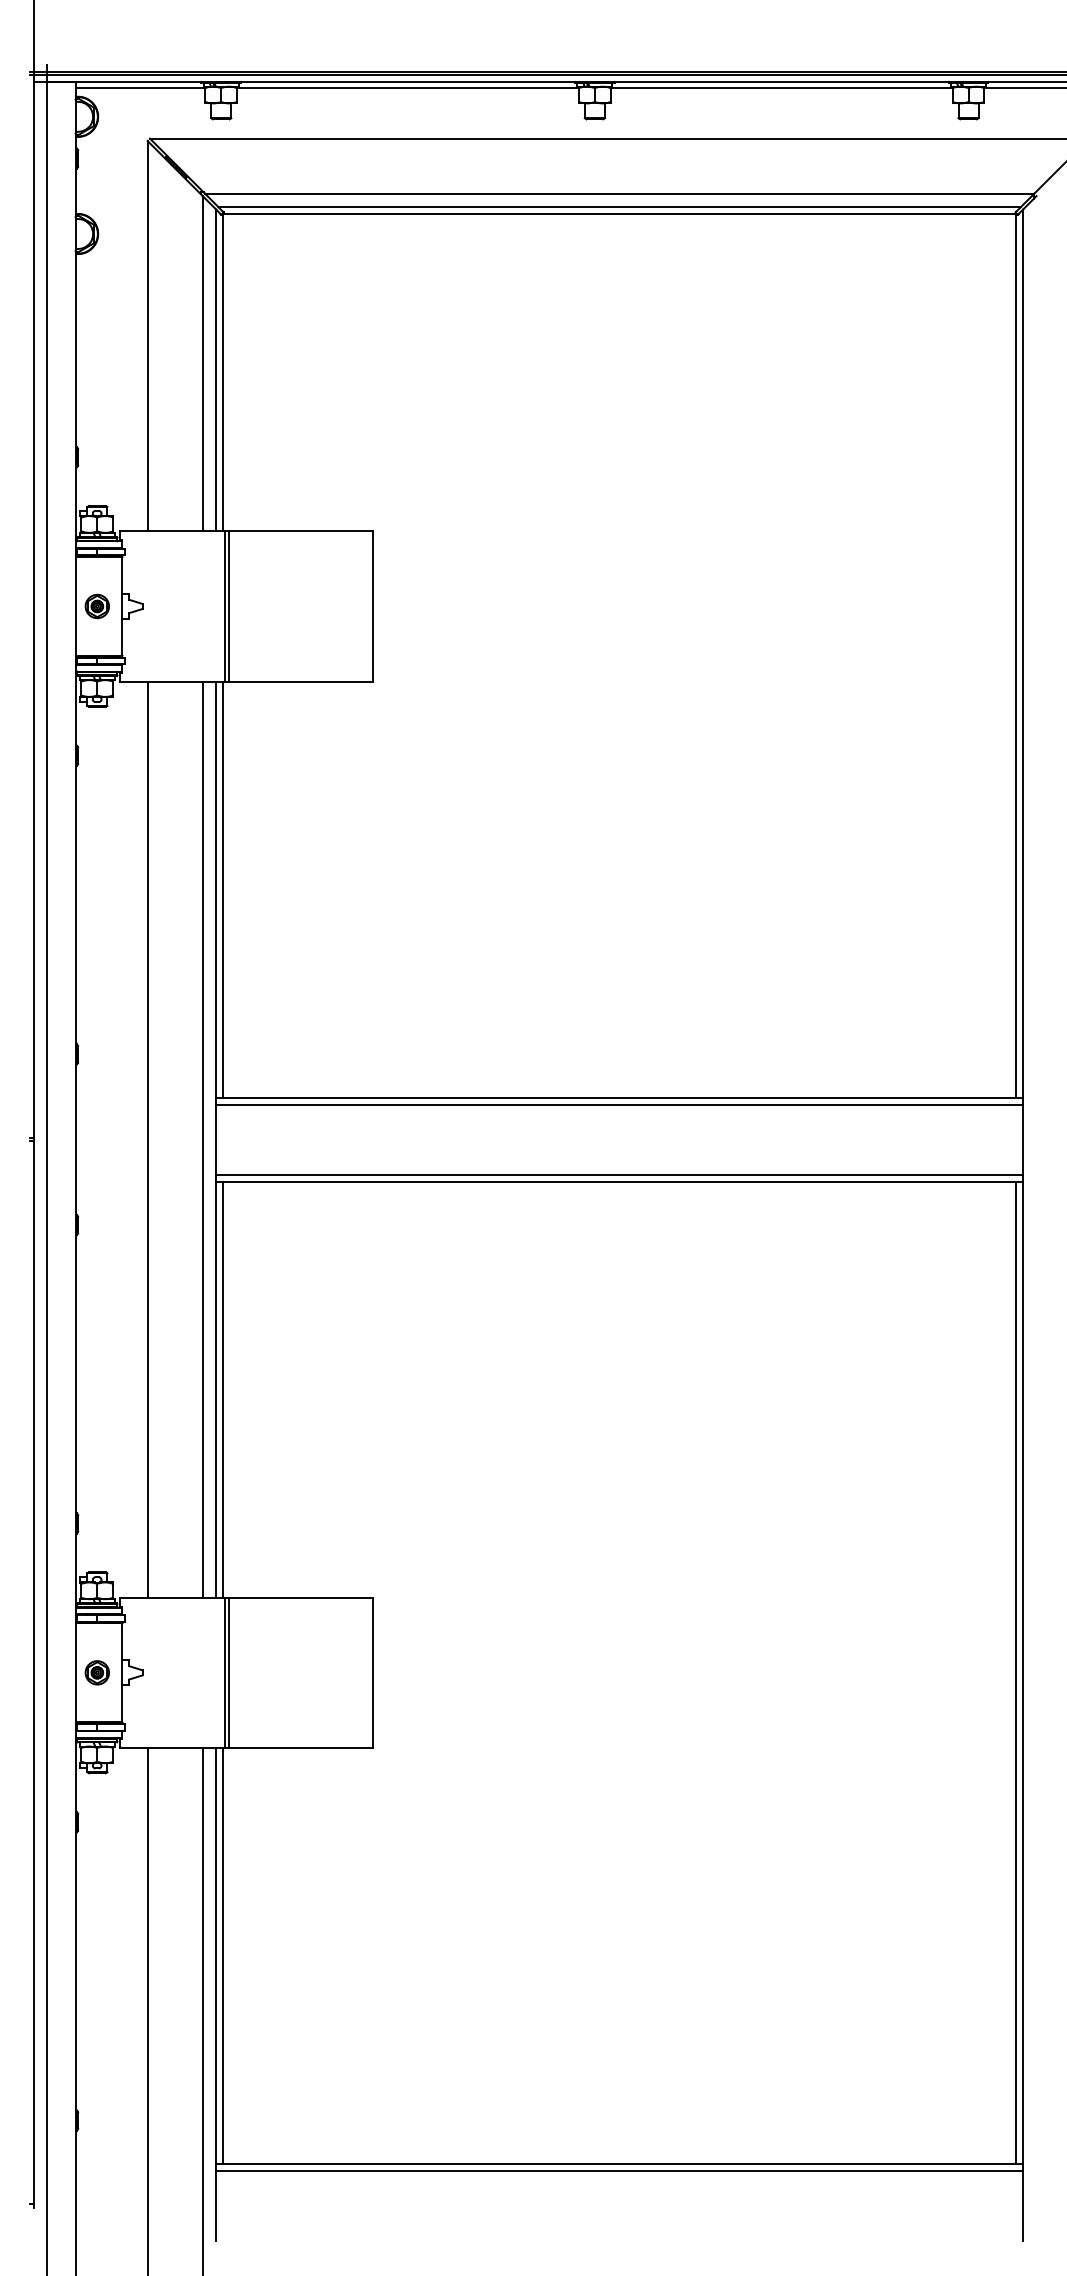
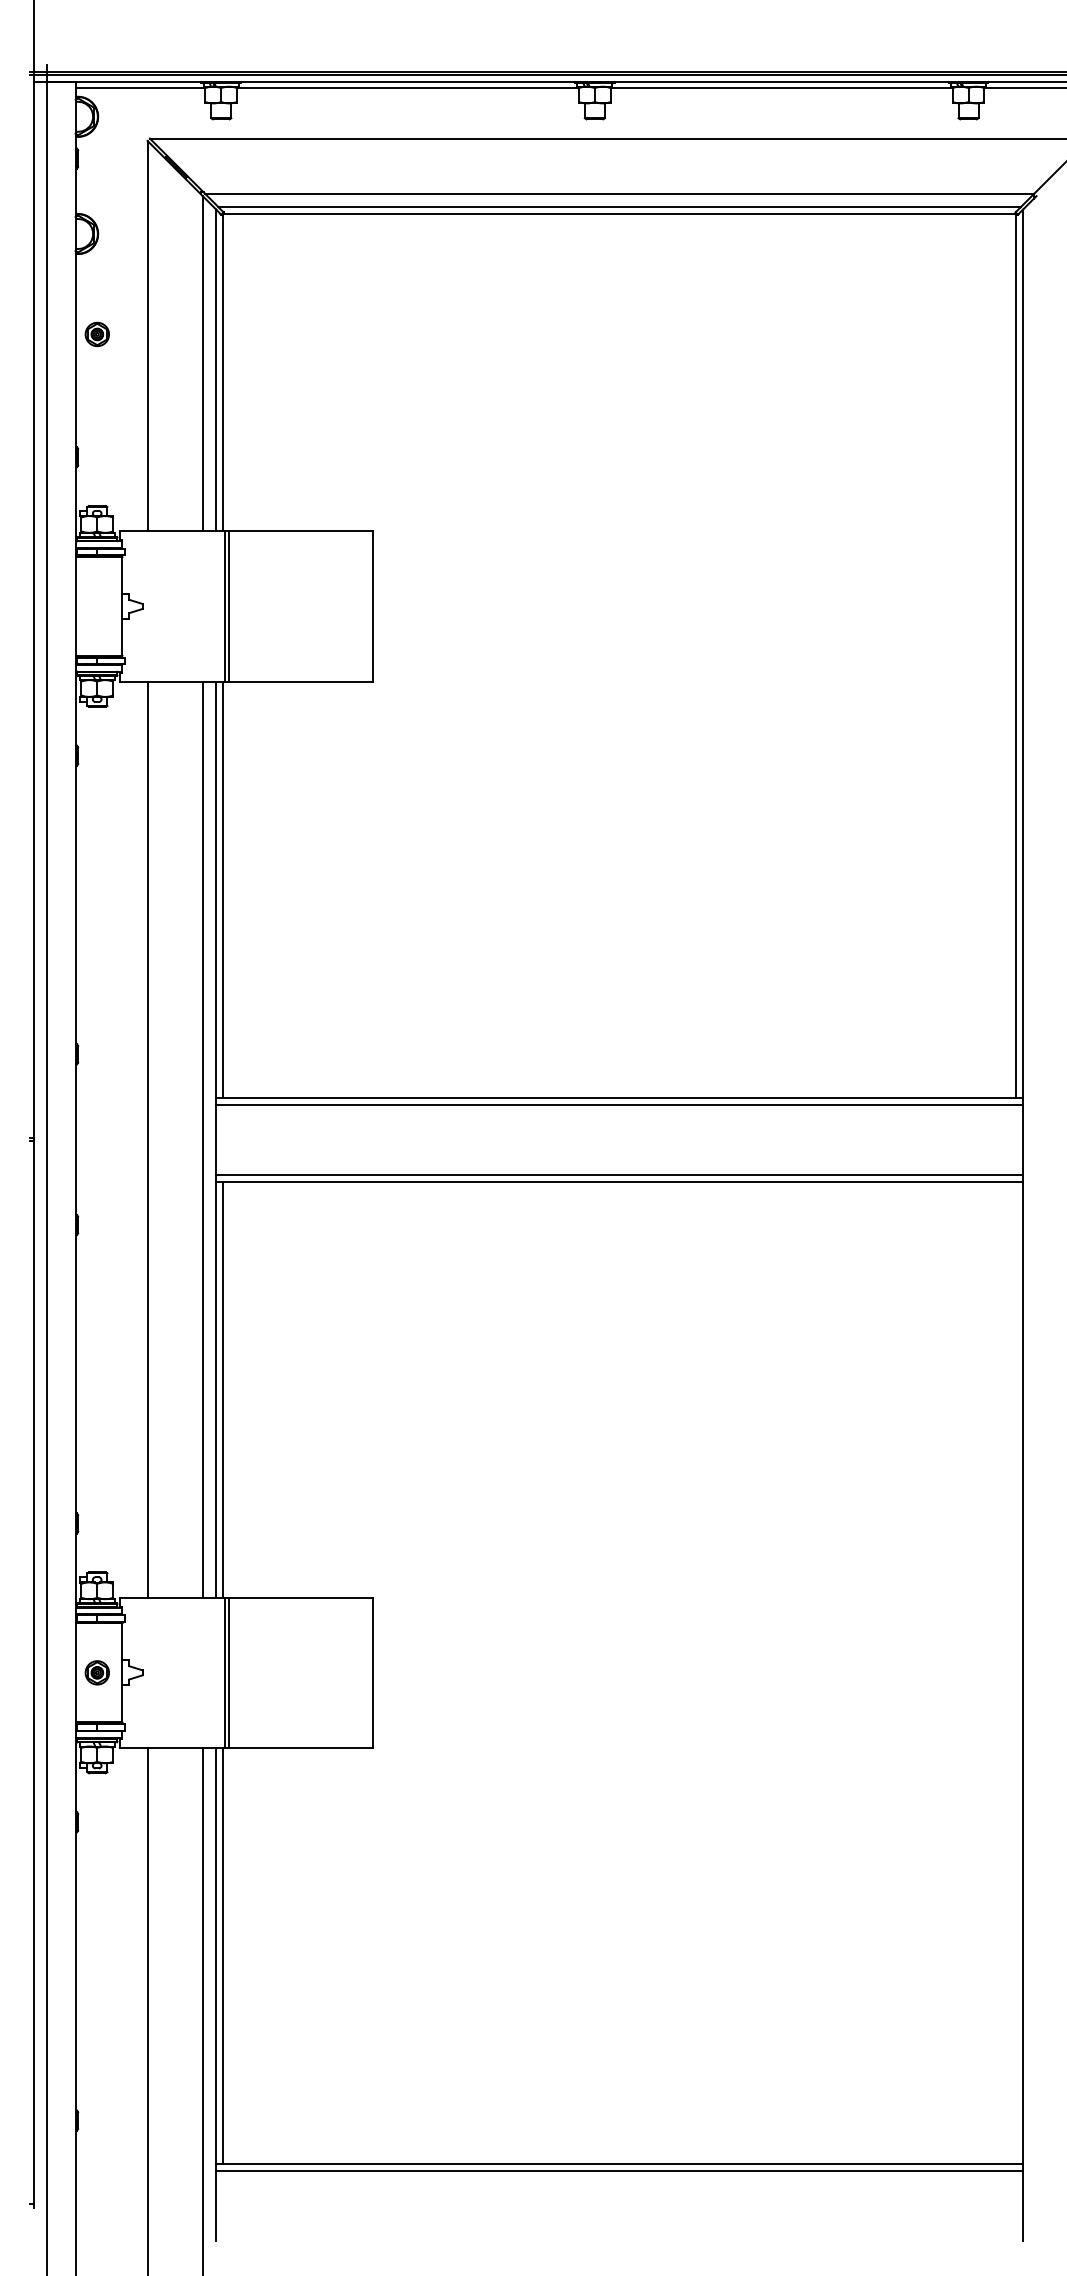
part at (96, 606) position: (96, 606) -> (96, 334)
line at (1016, 1672): present -> none
